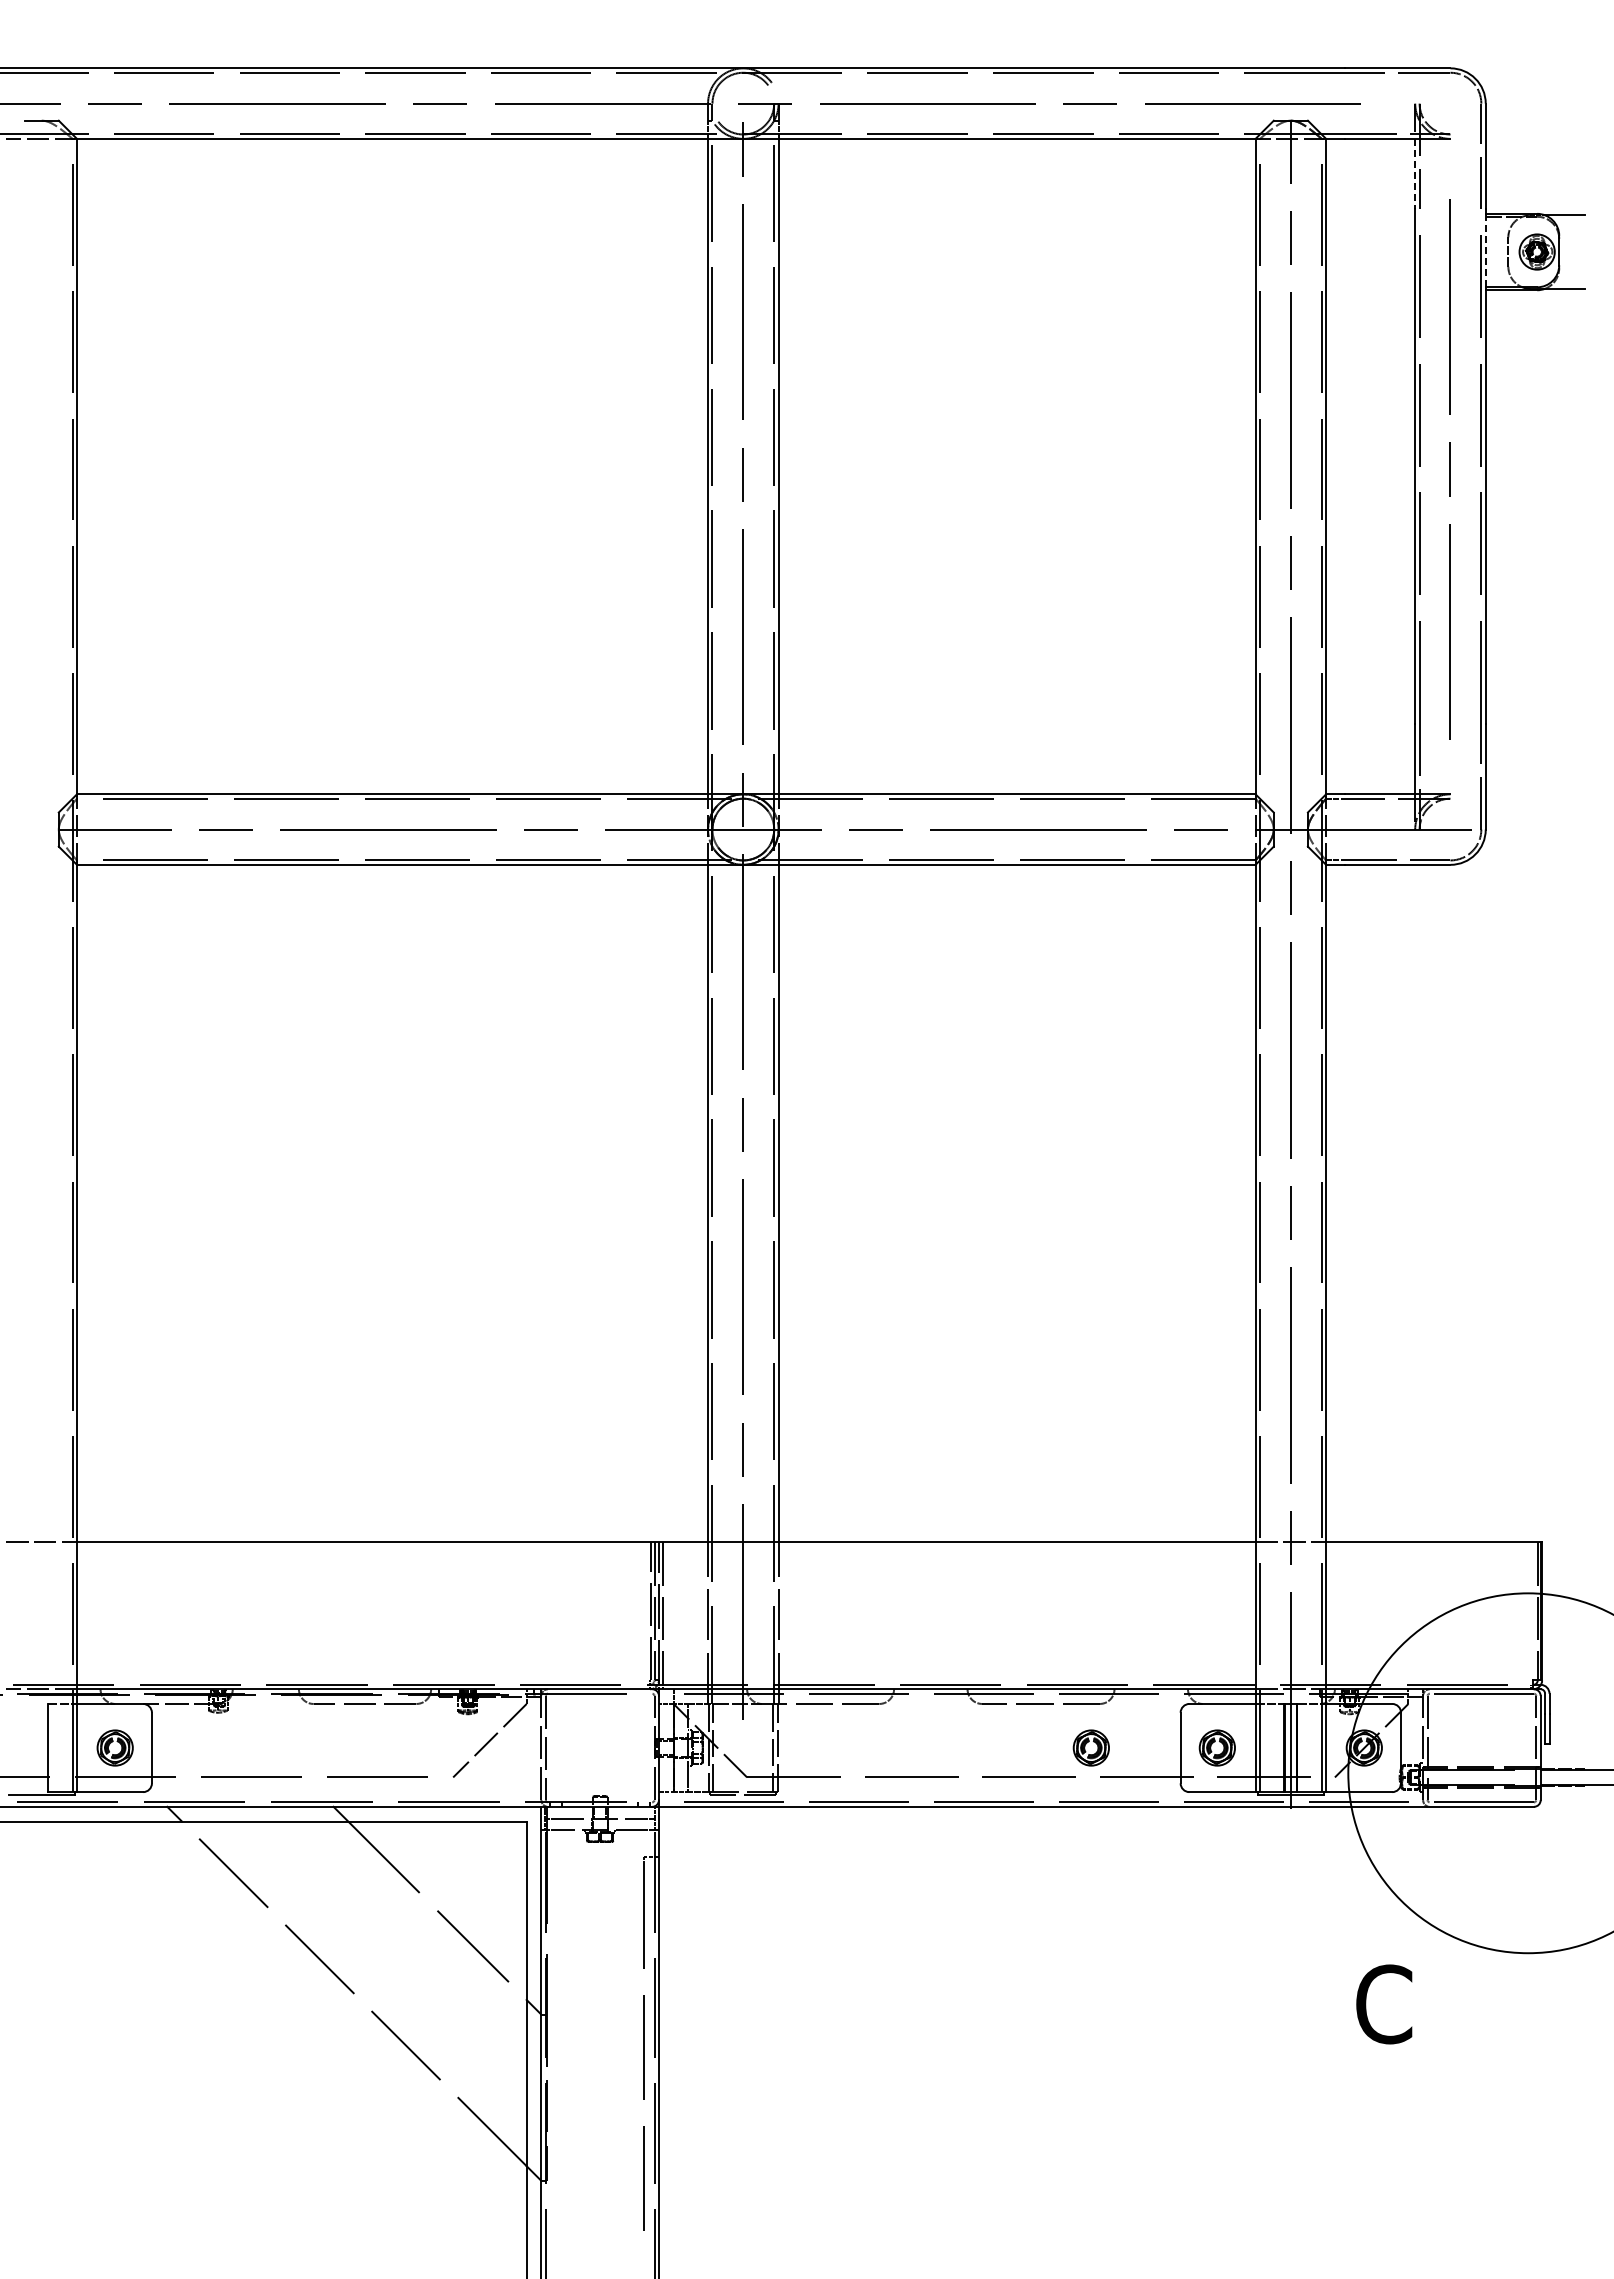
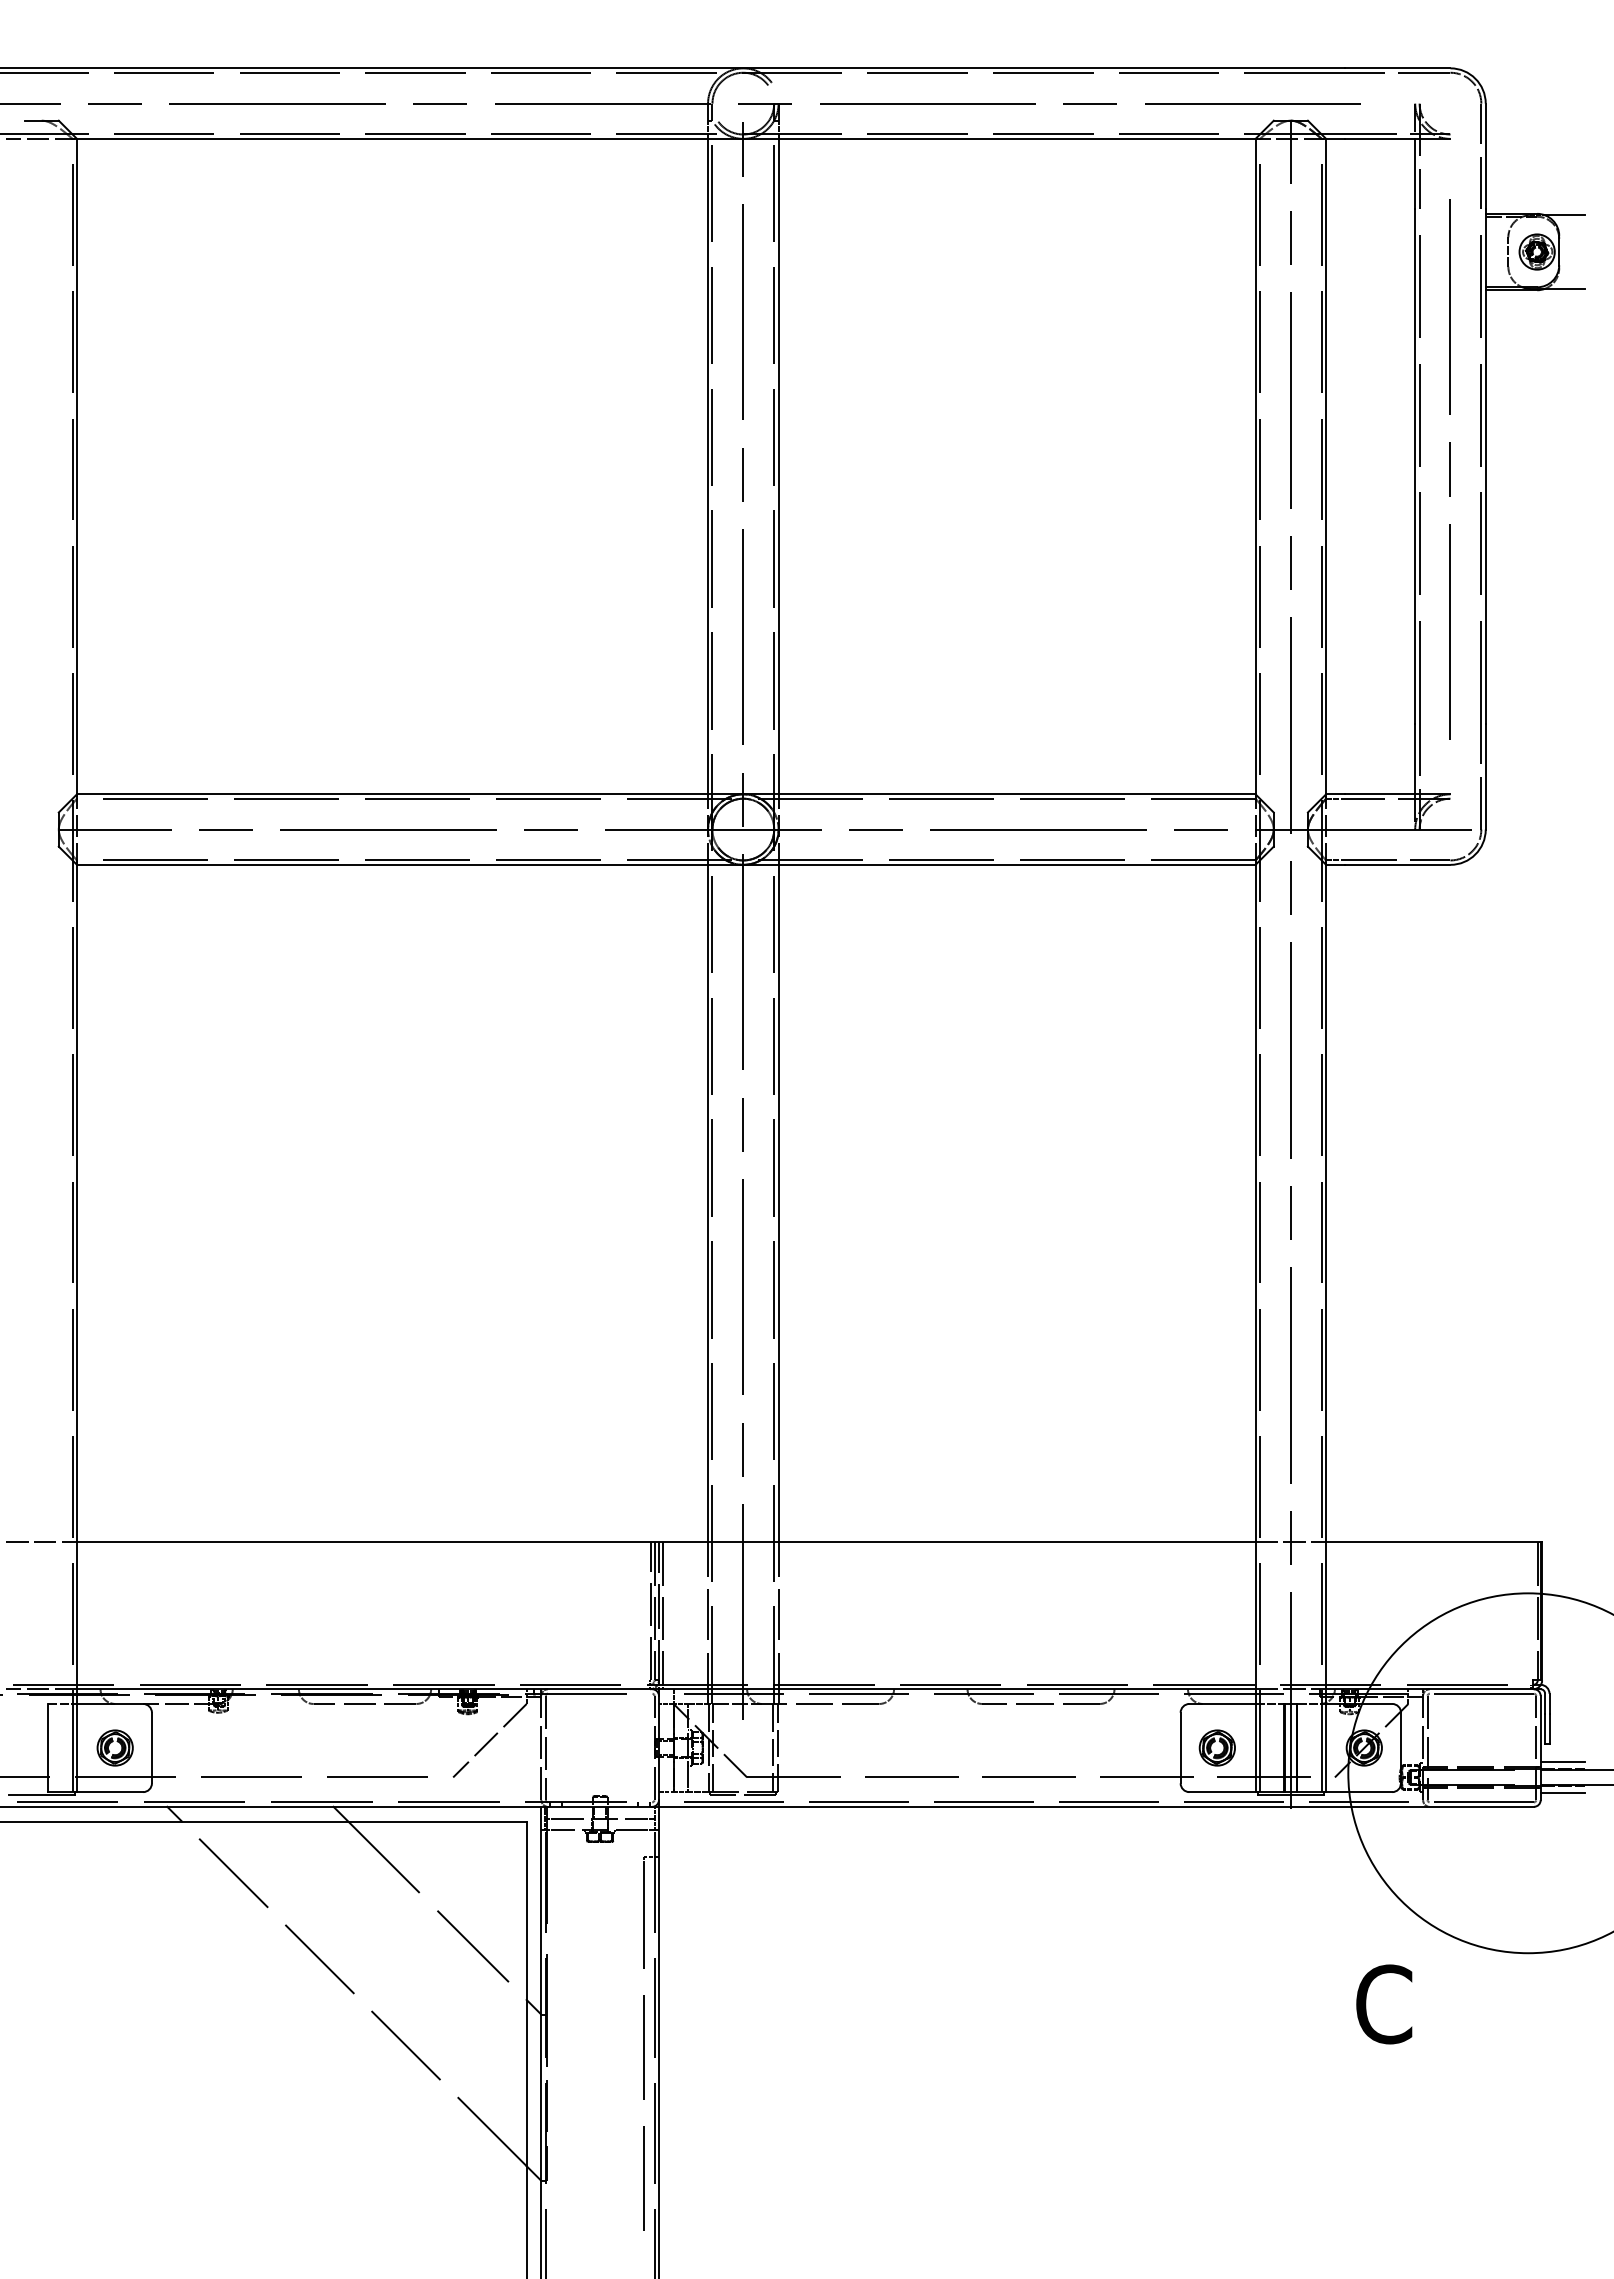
line at (1415, 174): dashed -> solid
line at (1485, 250): dashed -> solid
part at (1090, 1747): present -> none
line at (1562, 1762): none -> present
line at (1562, 1792): none -> present
